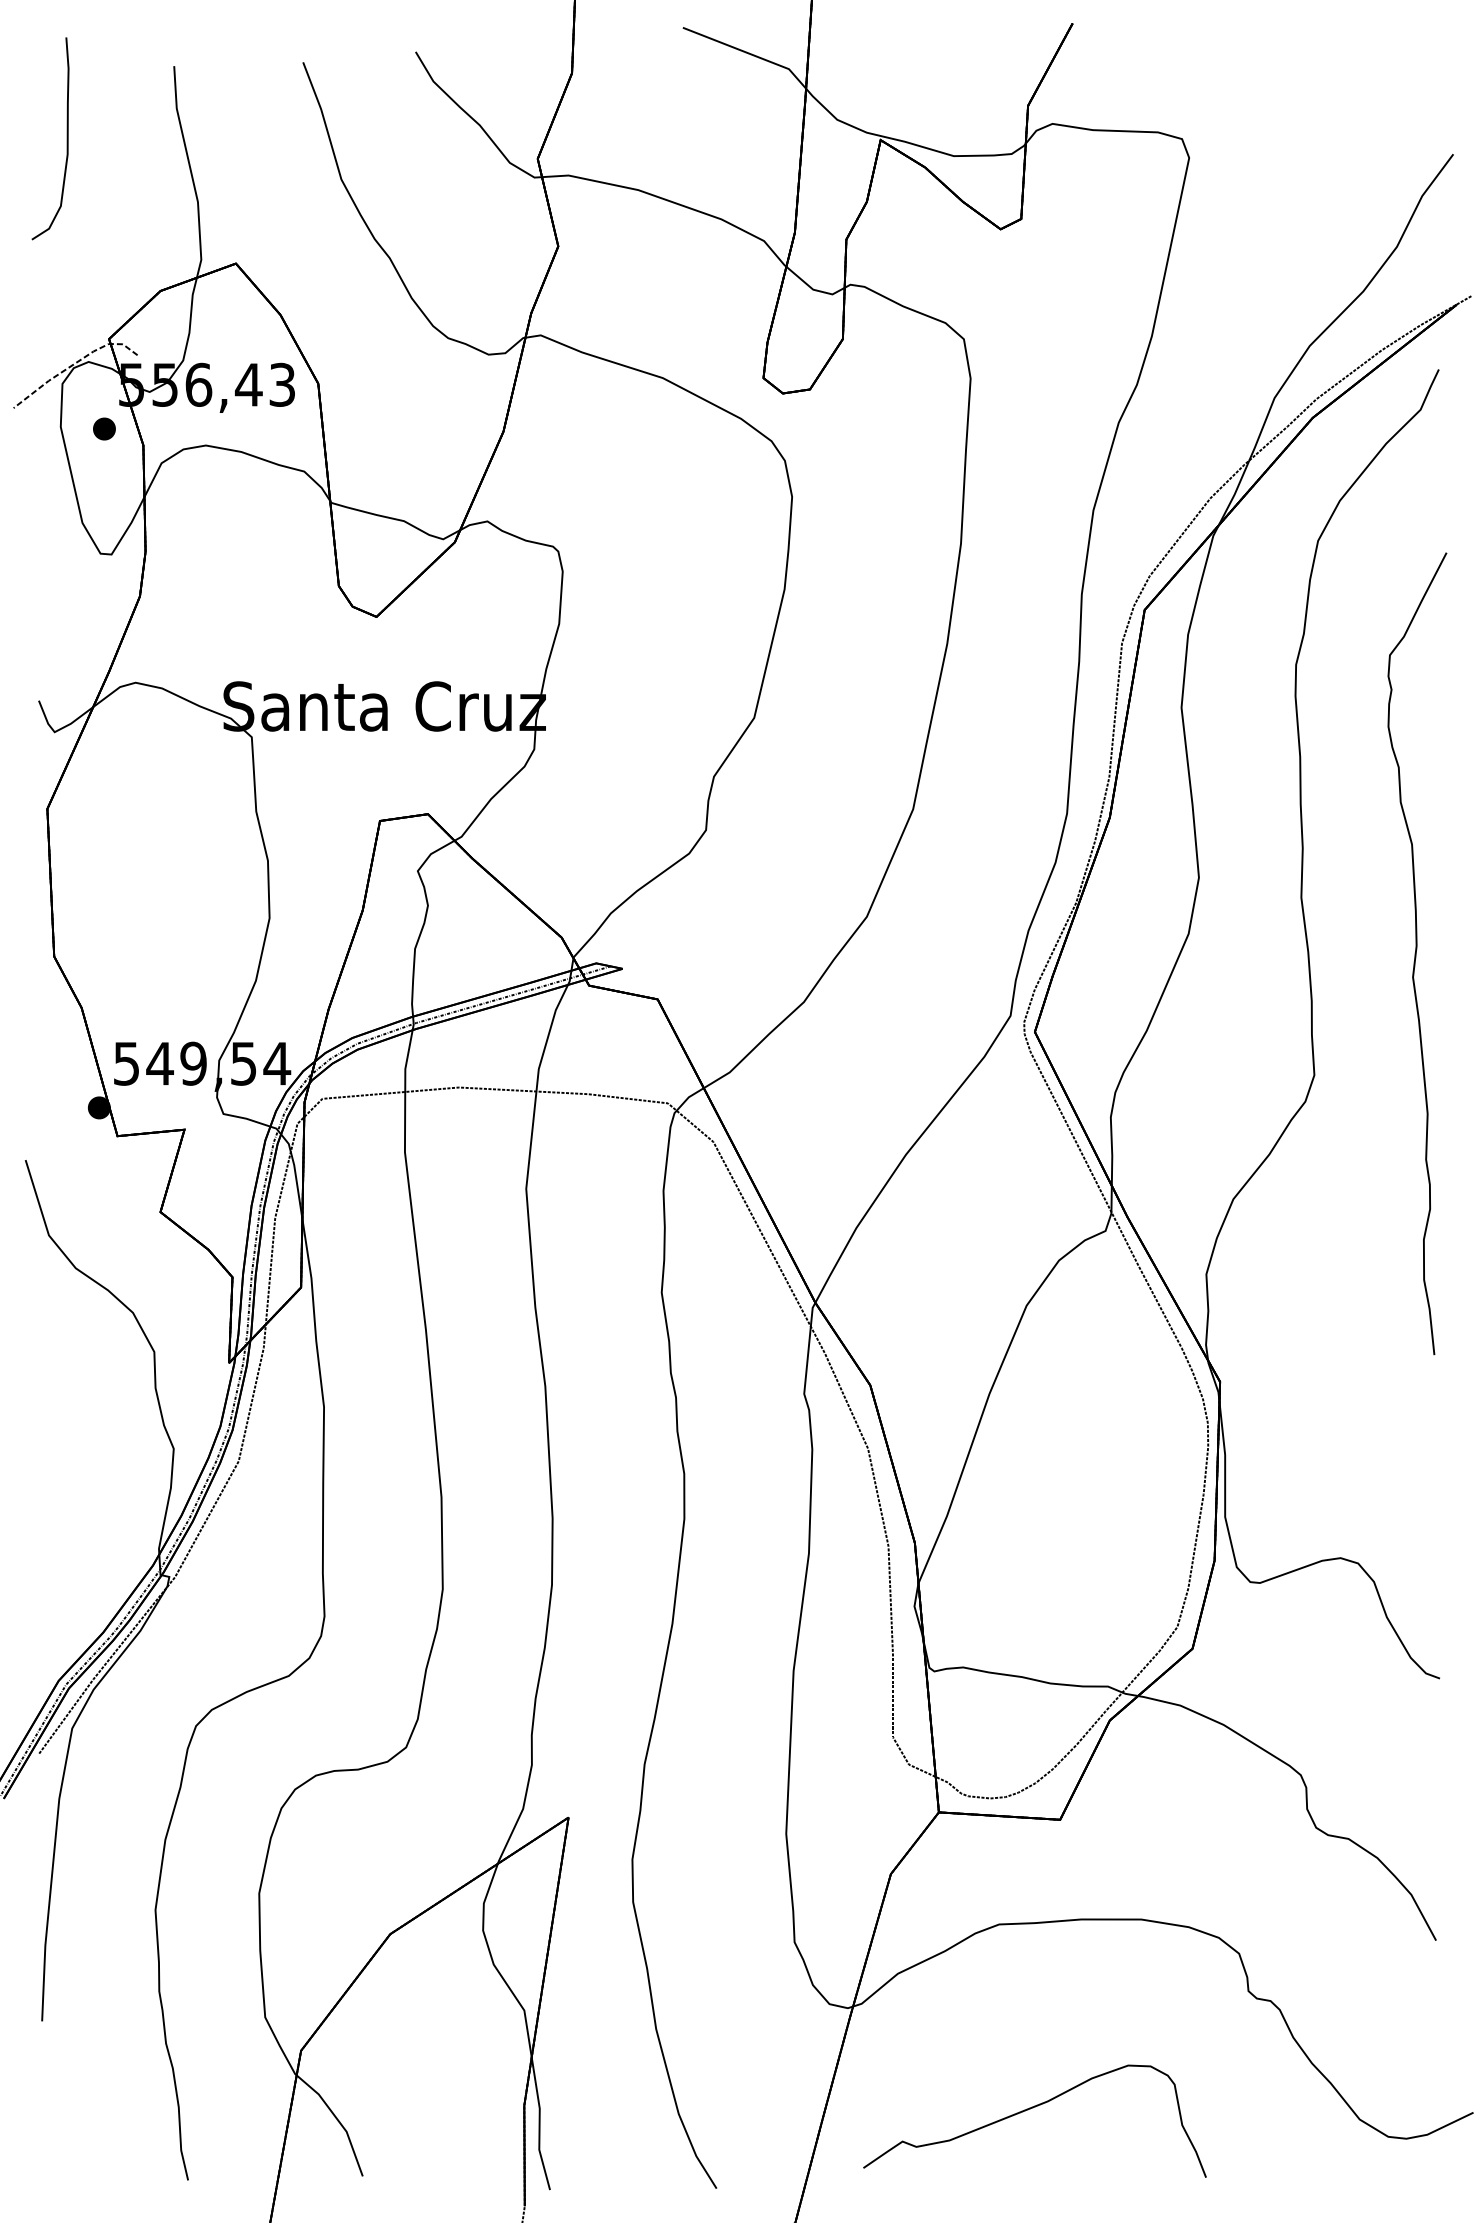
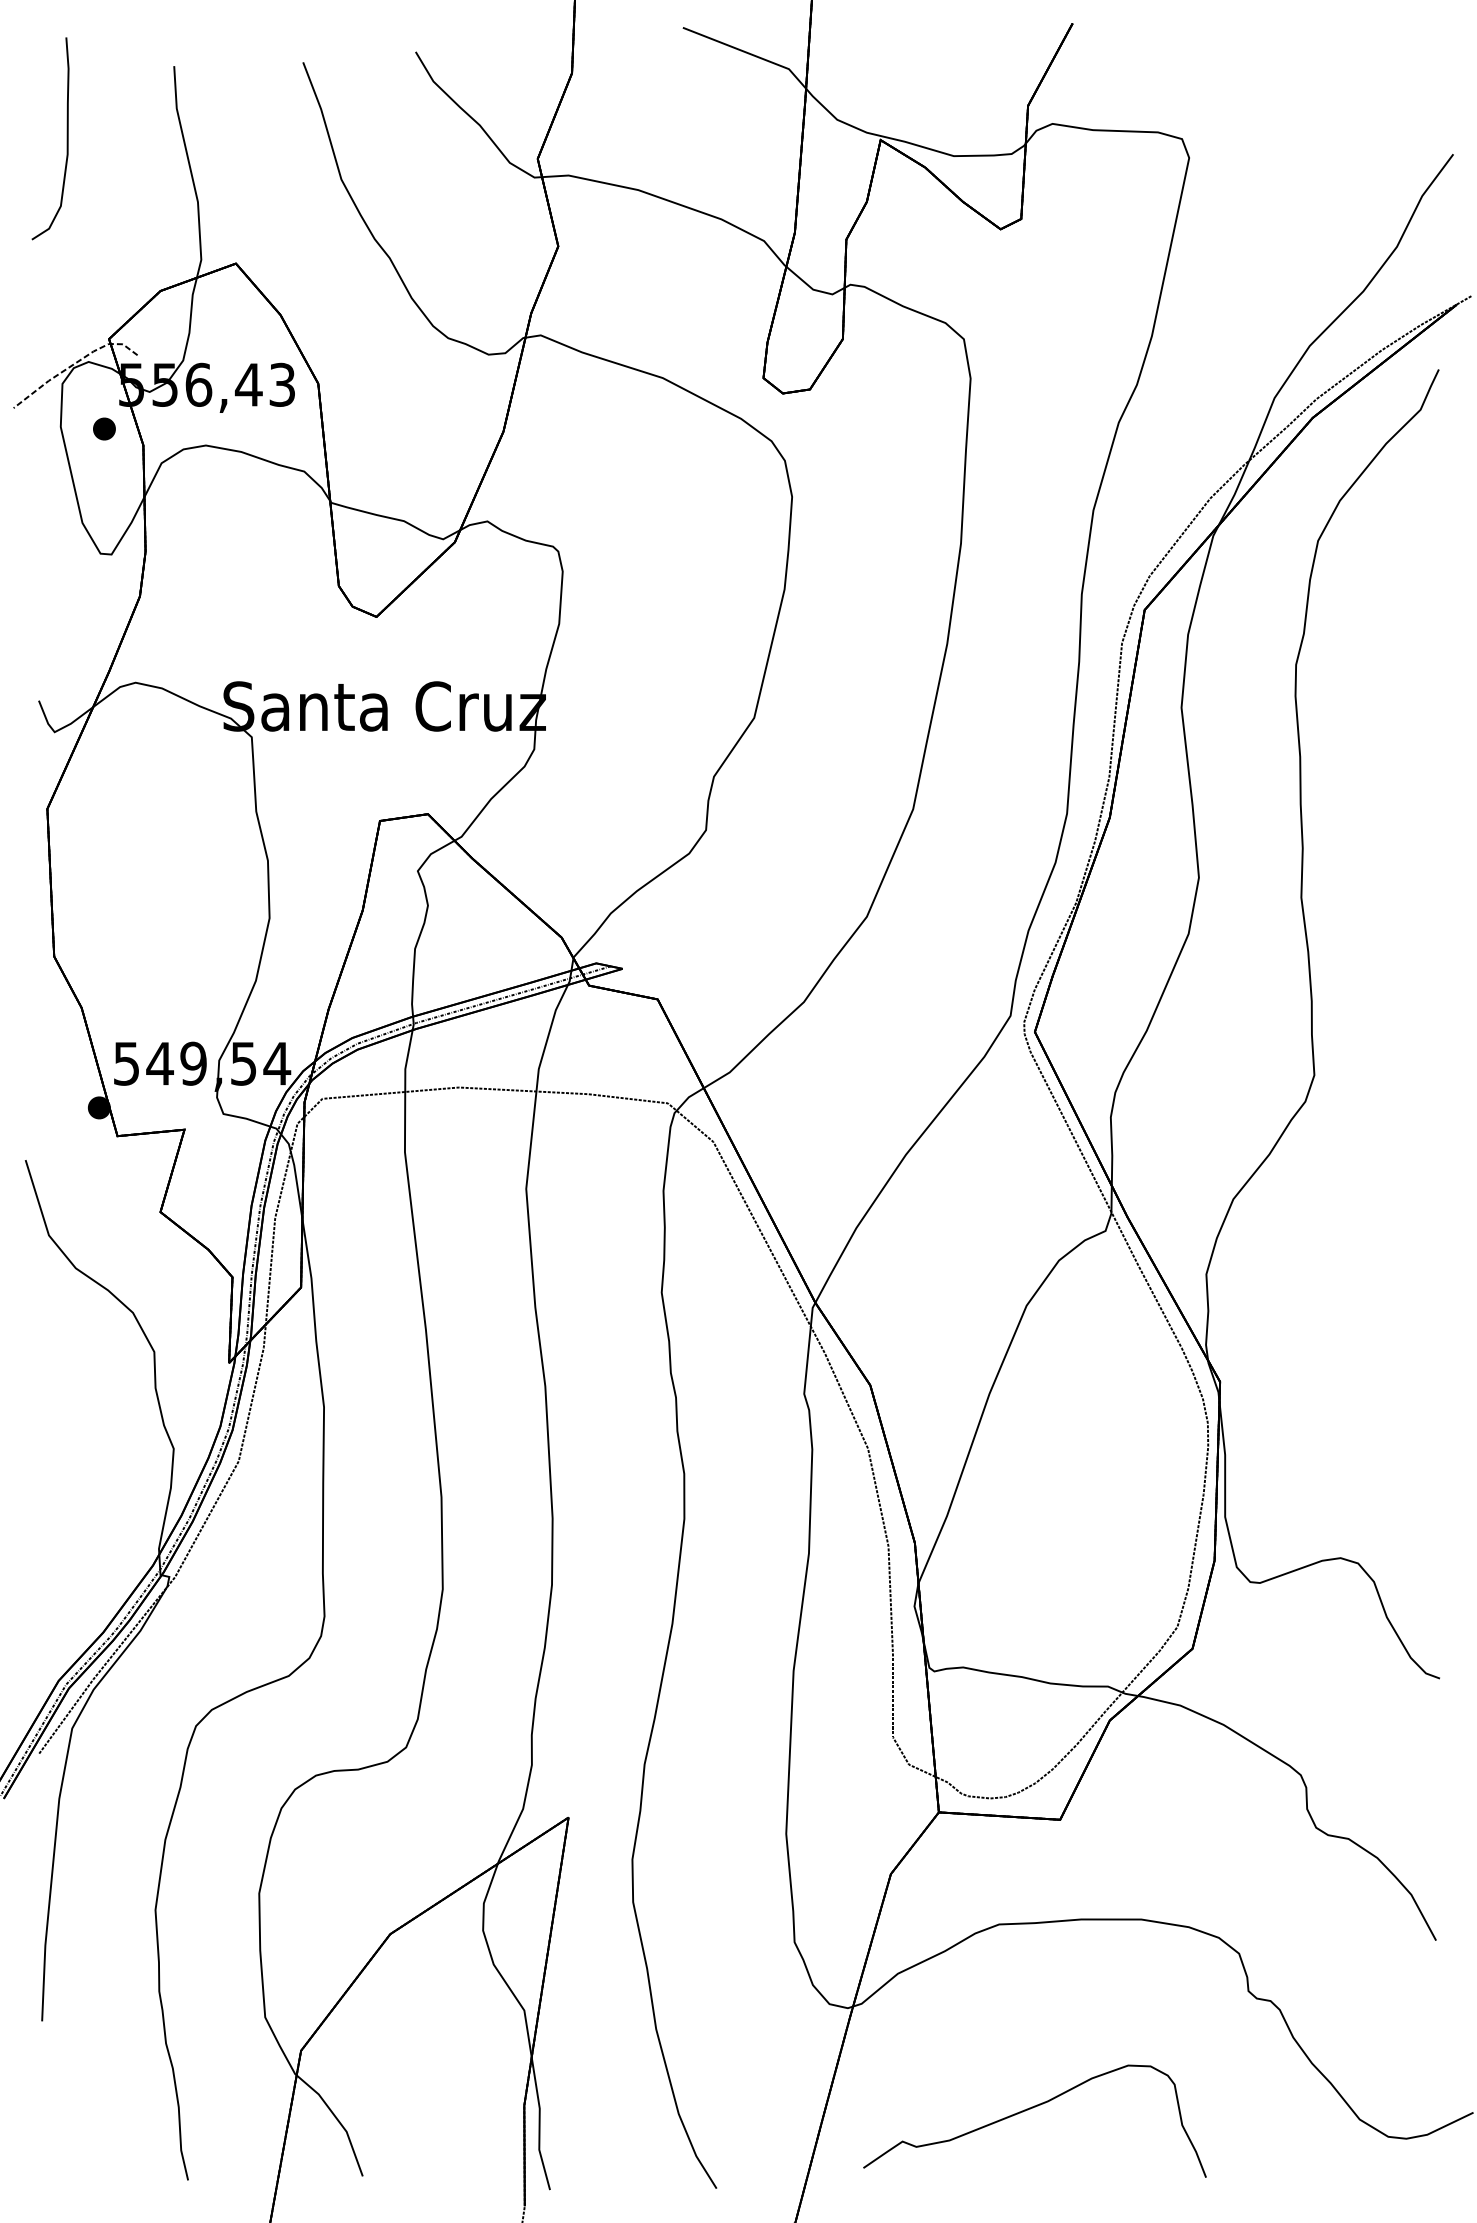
curve at (1416, 953): present -> none
